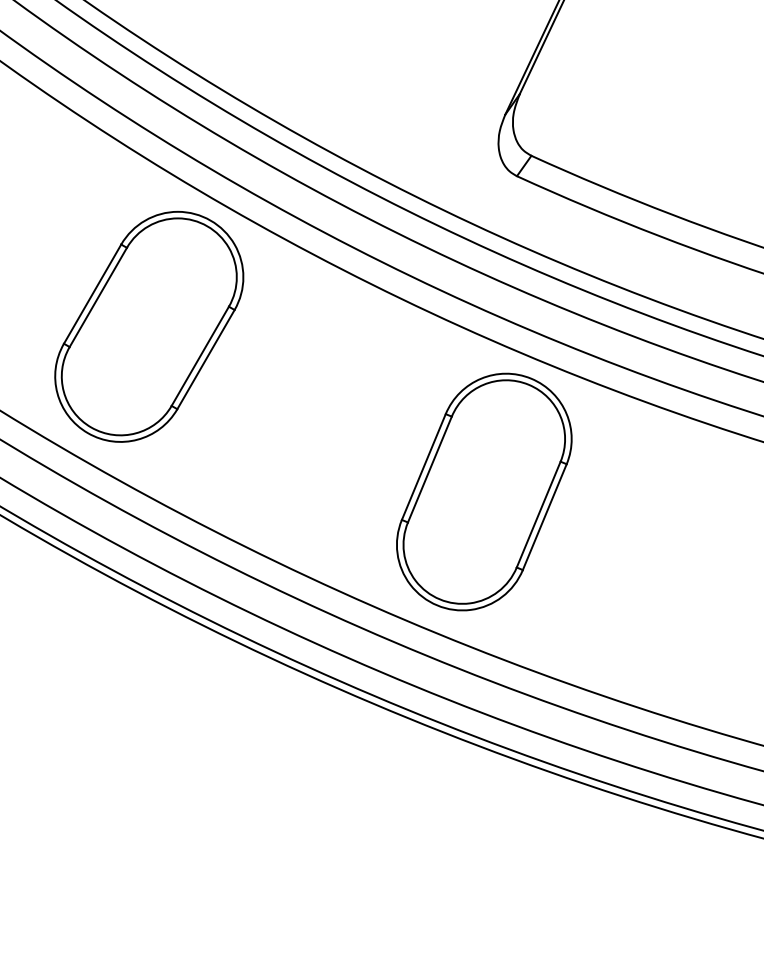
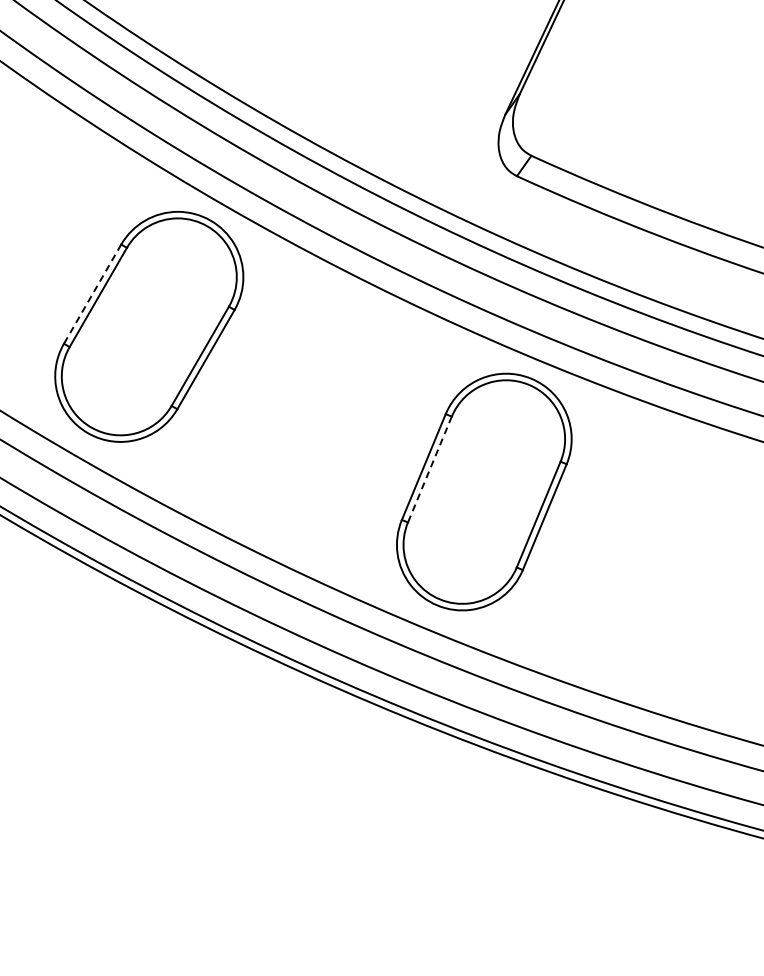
line at (92, 294): solid -> dashed
line at (429, 470): solid -> dashed
